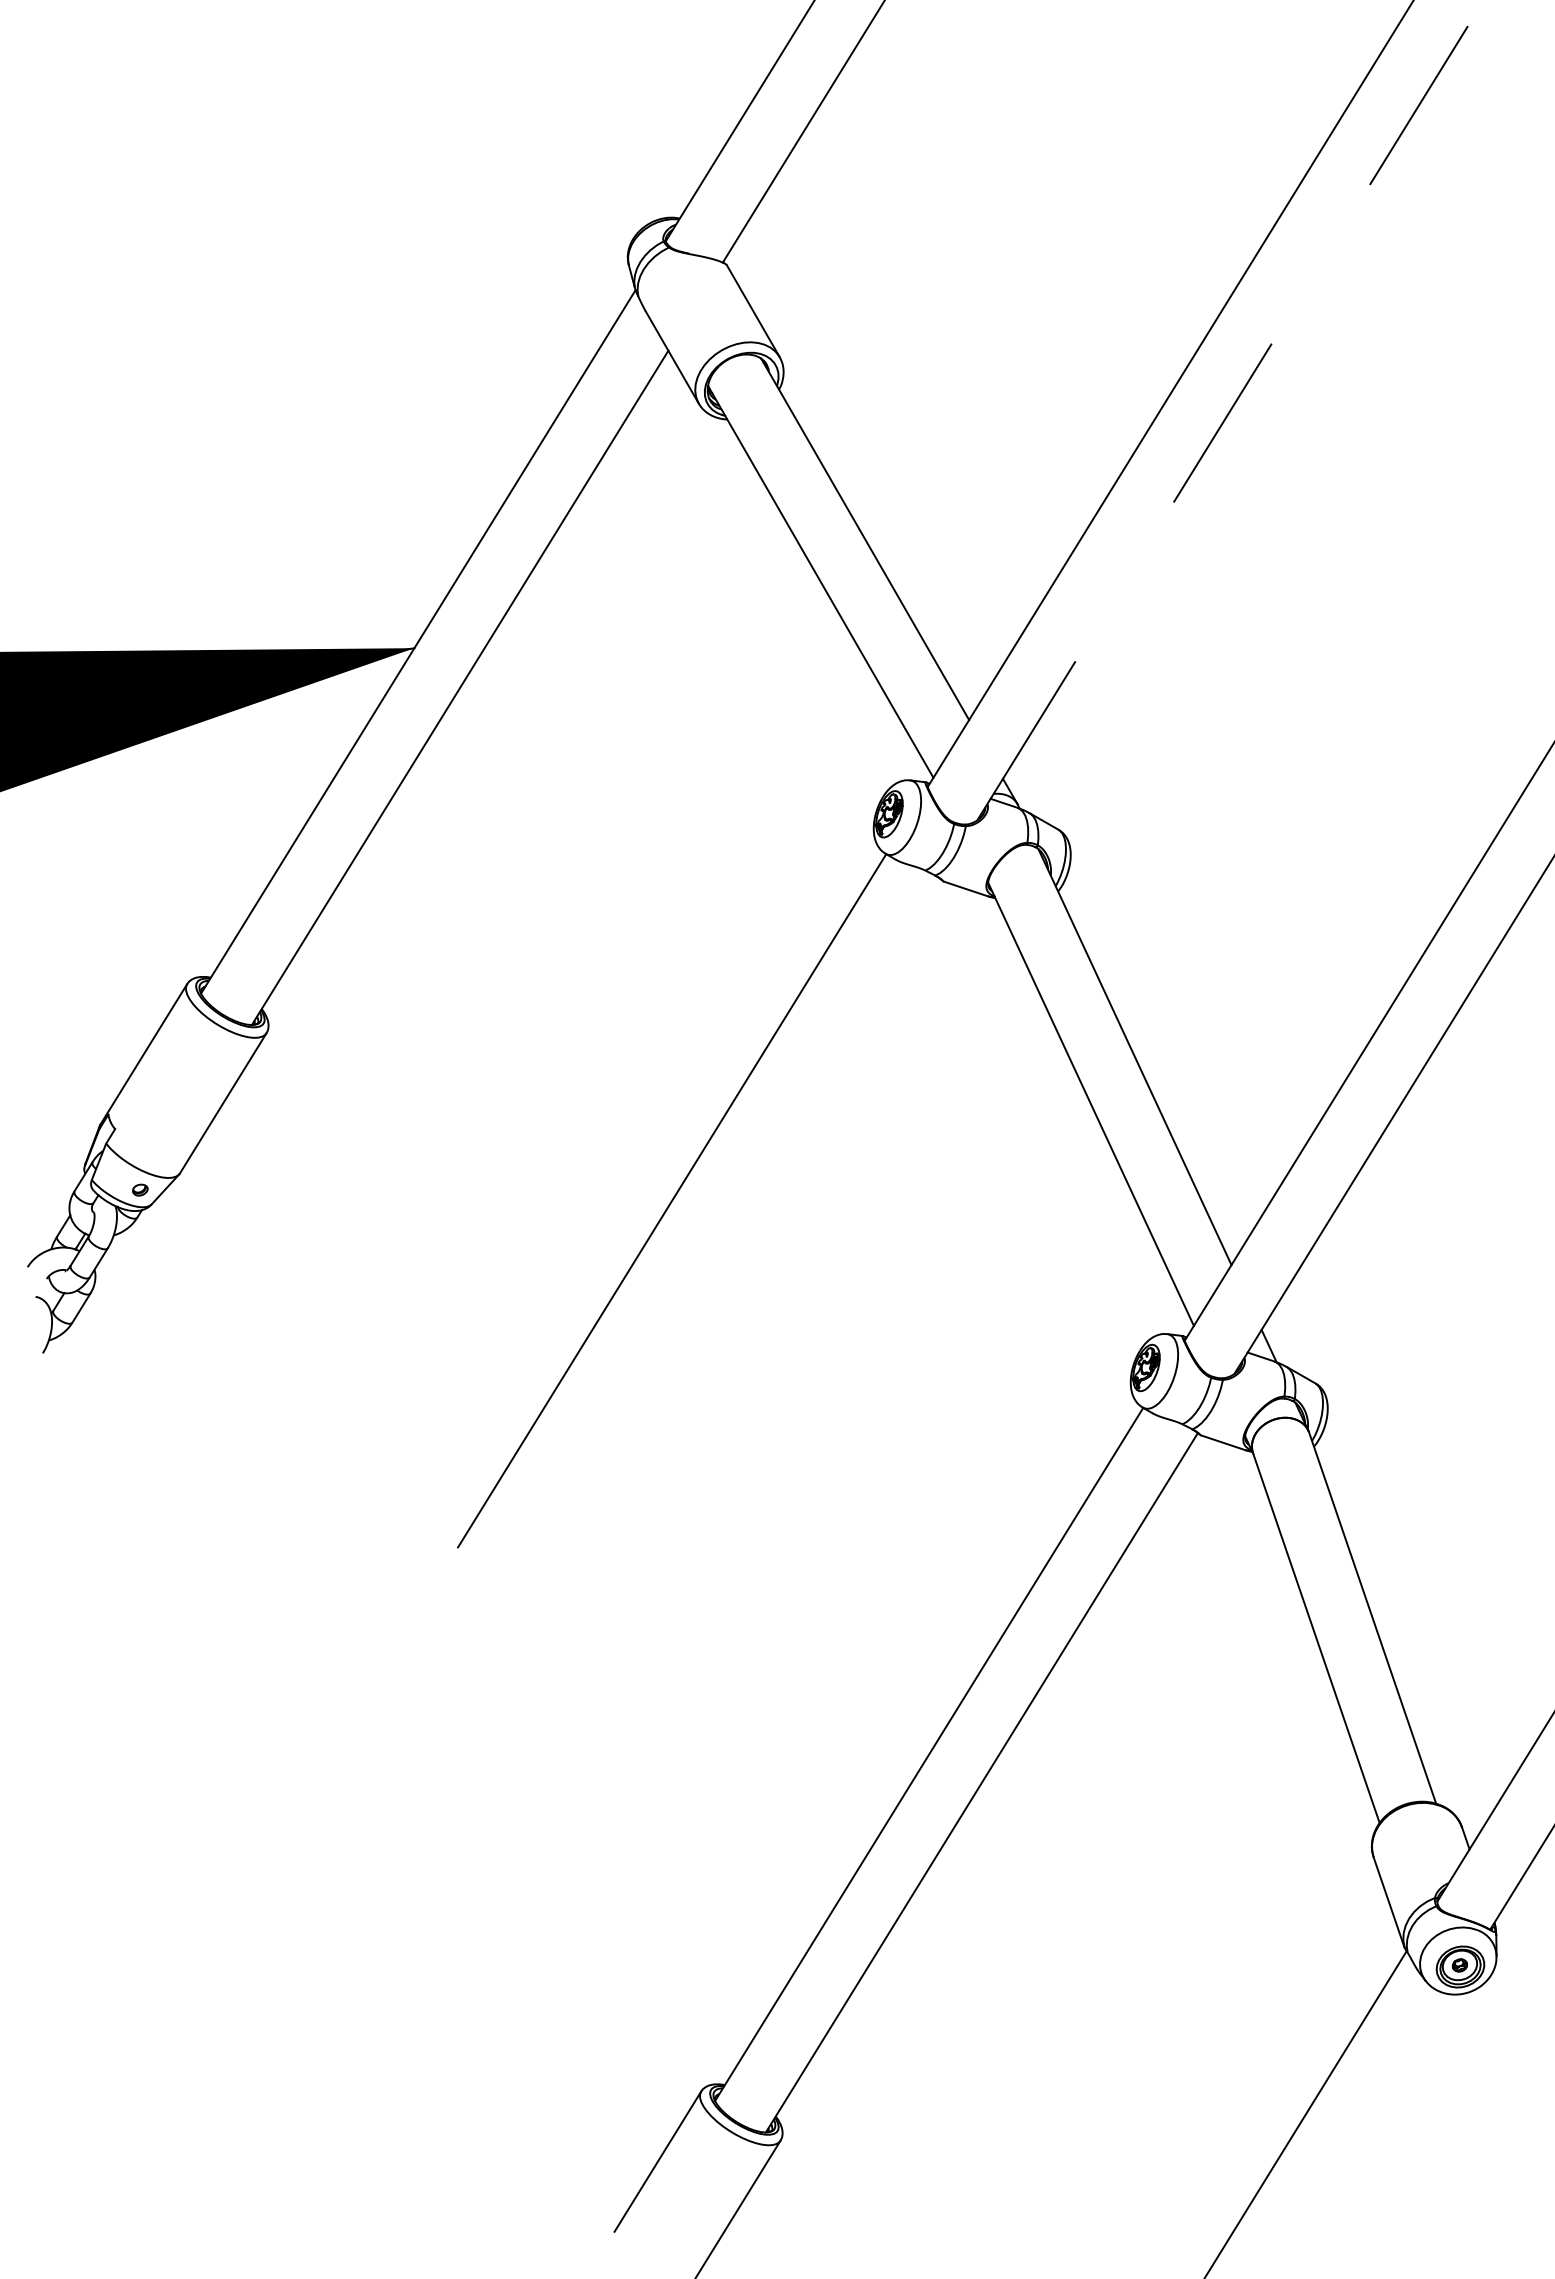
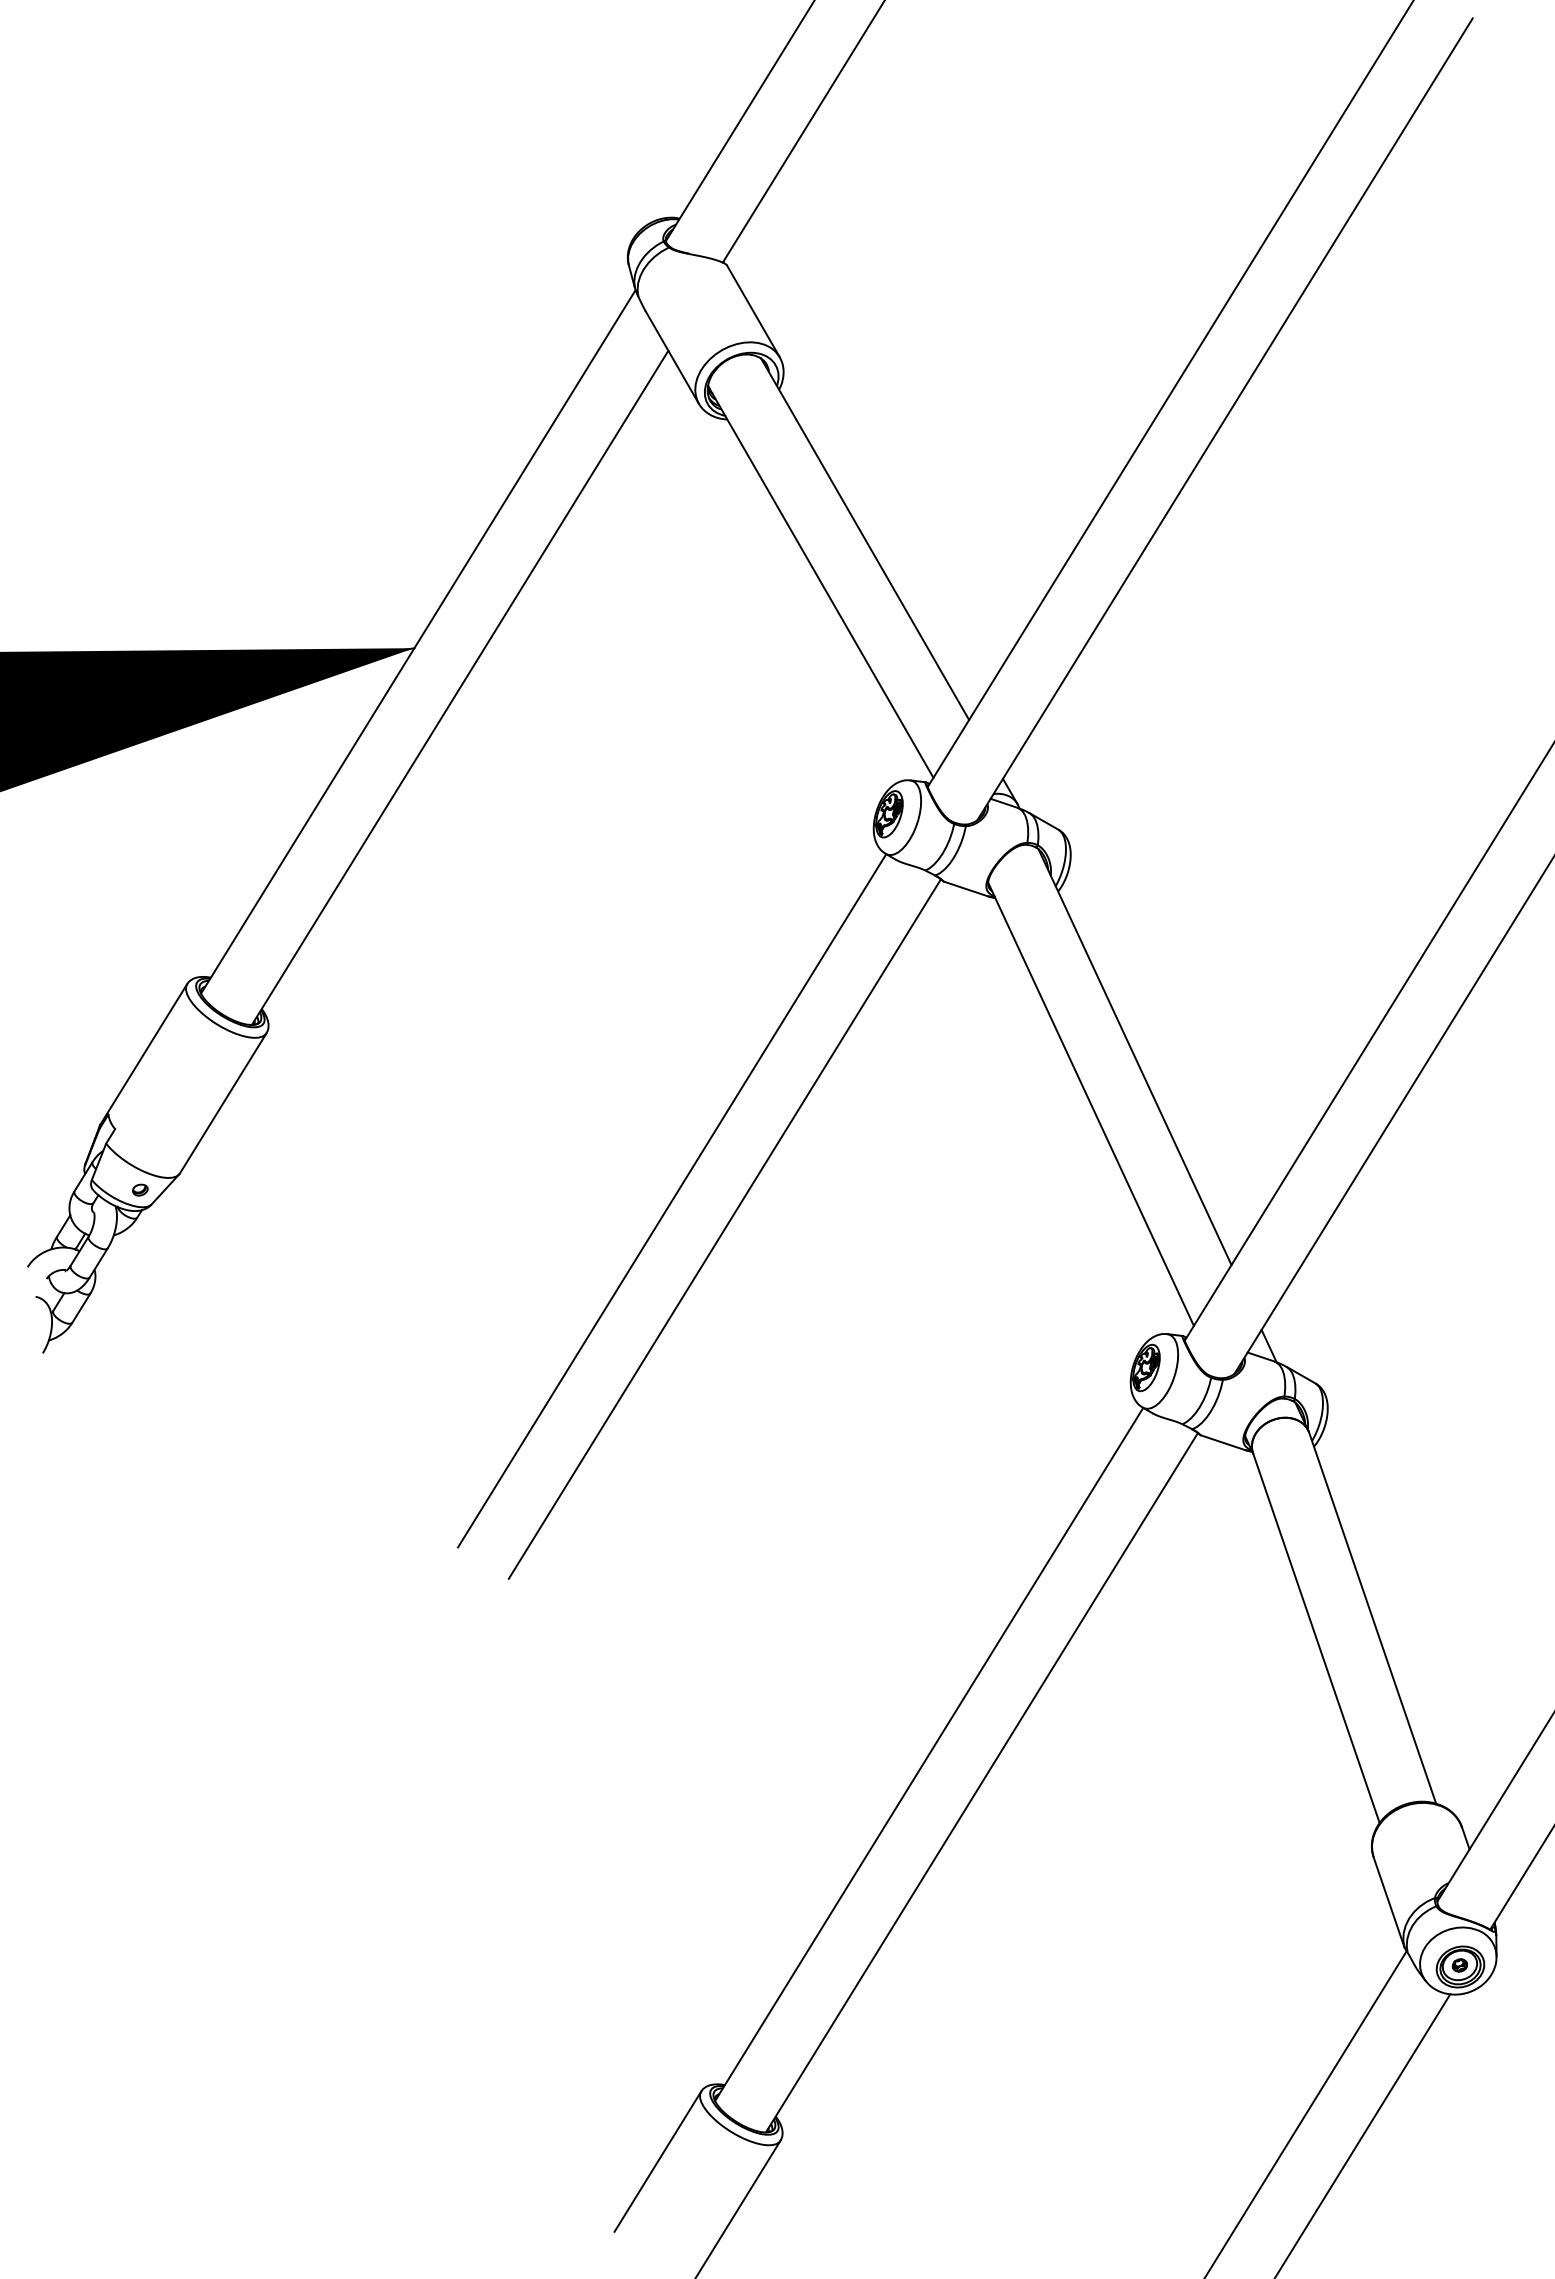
line at (1225, 418): dashed -> solid
line at (724, 1228): none -> present
line at (1363, 2134): none -> present
